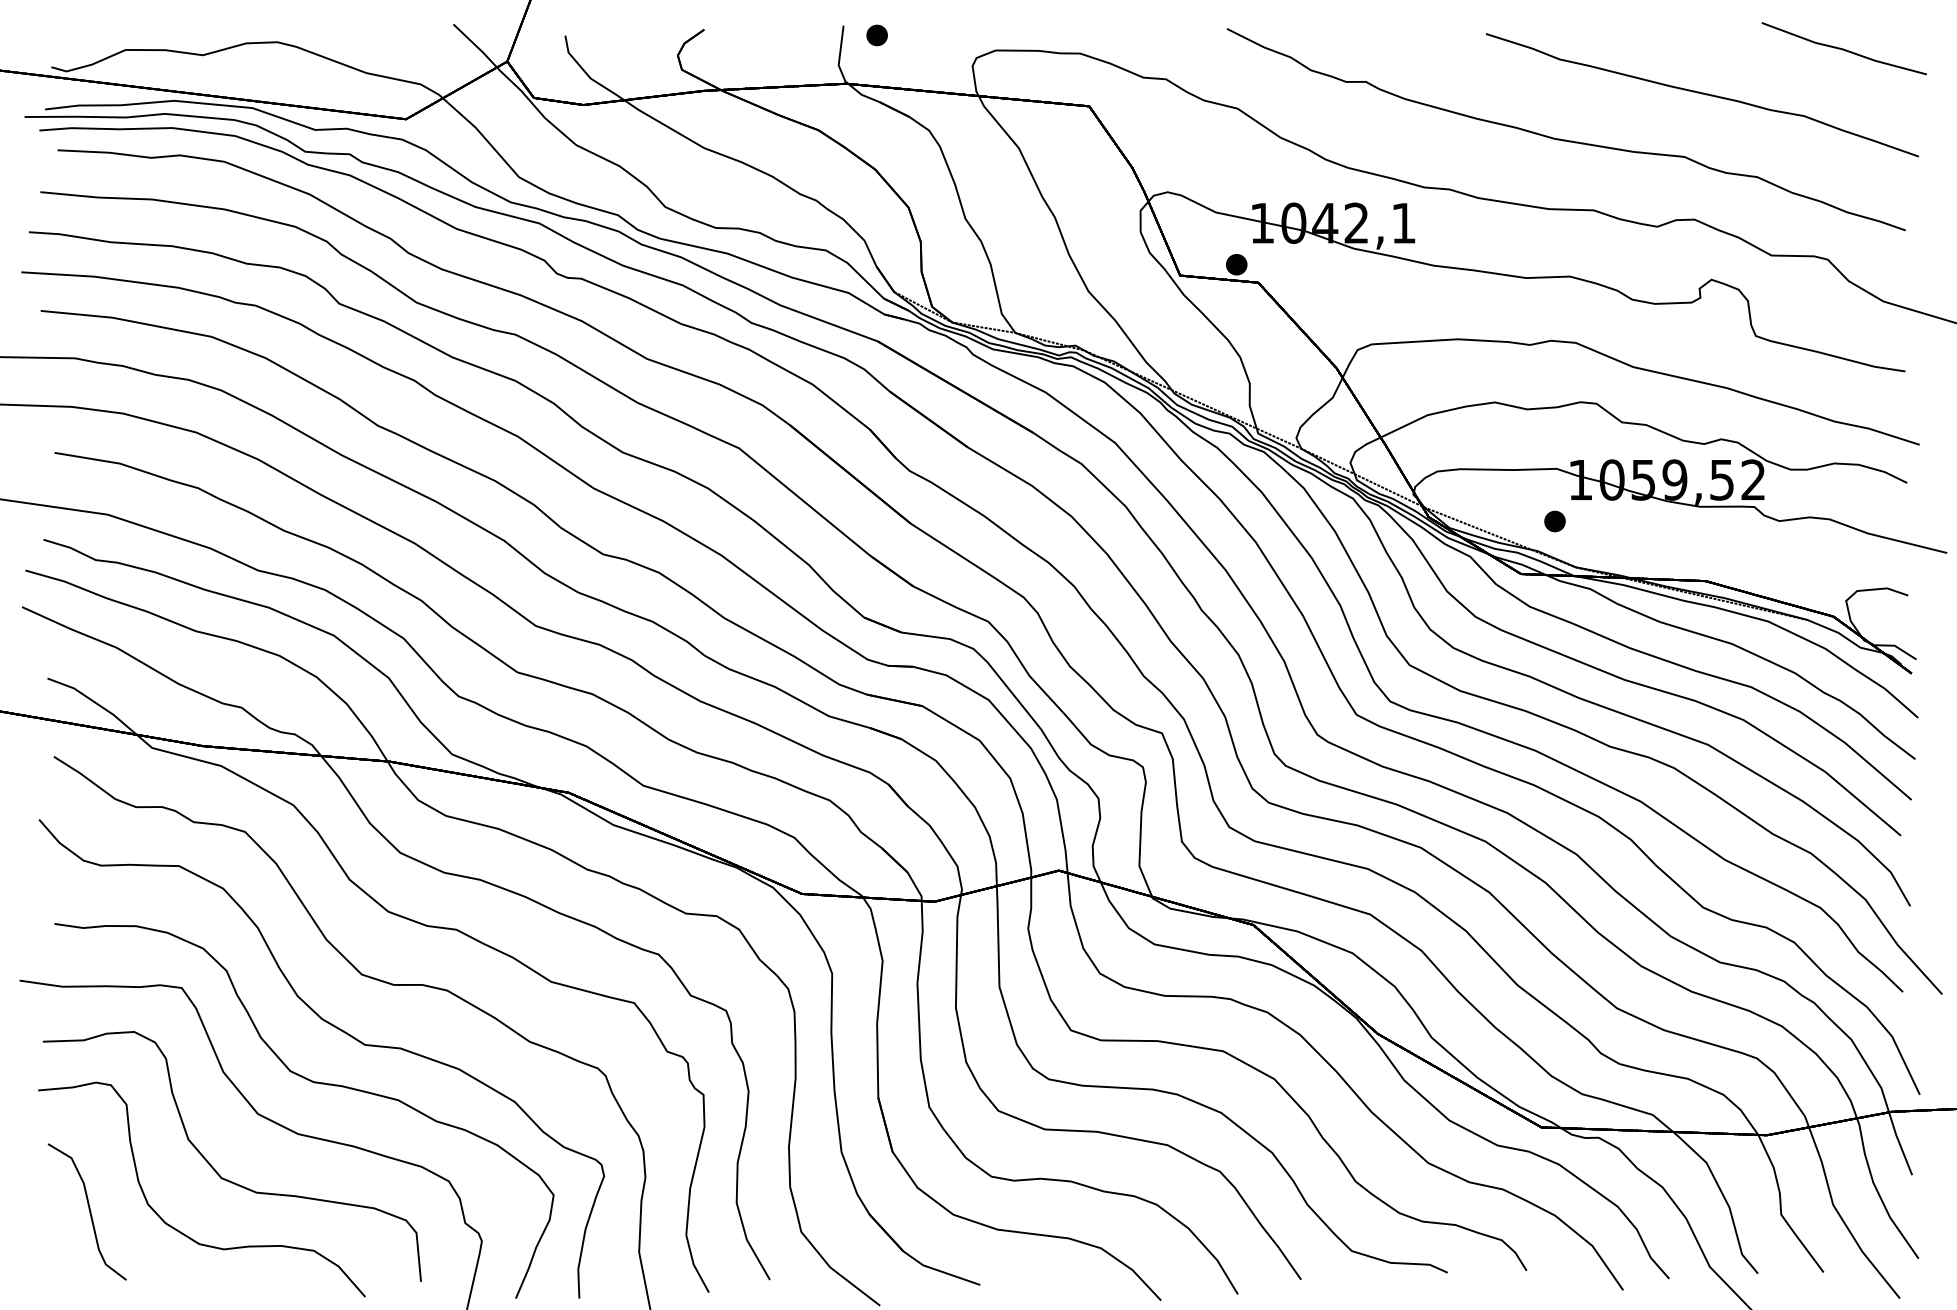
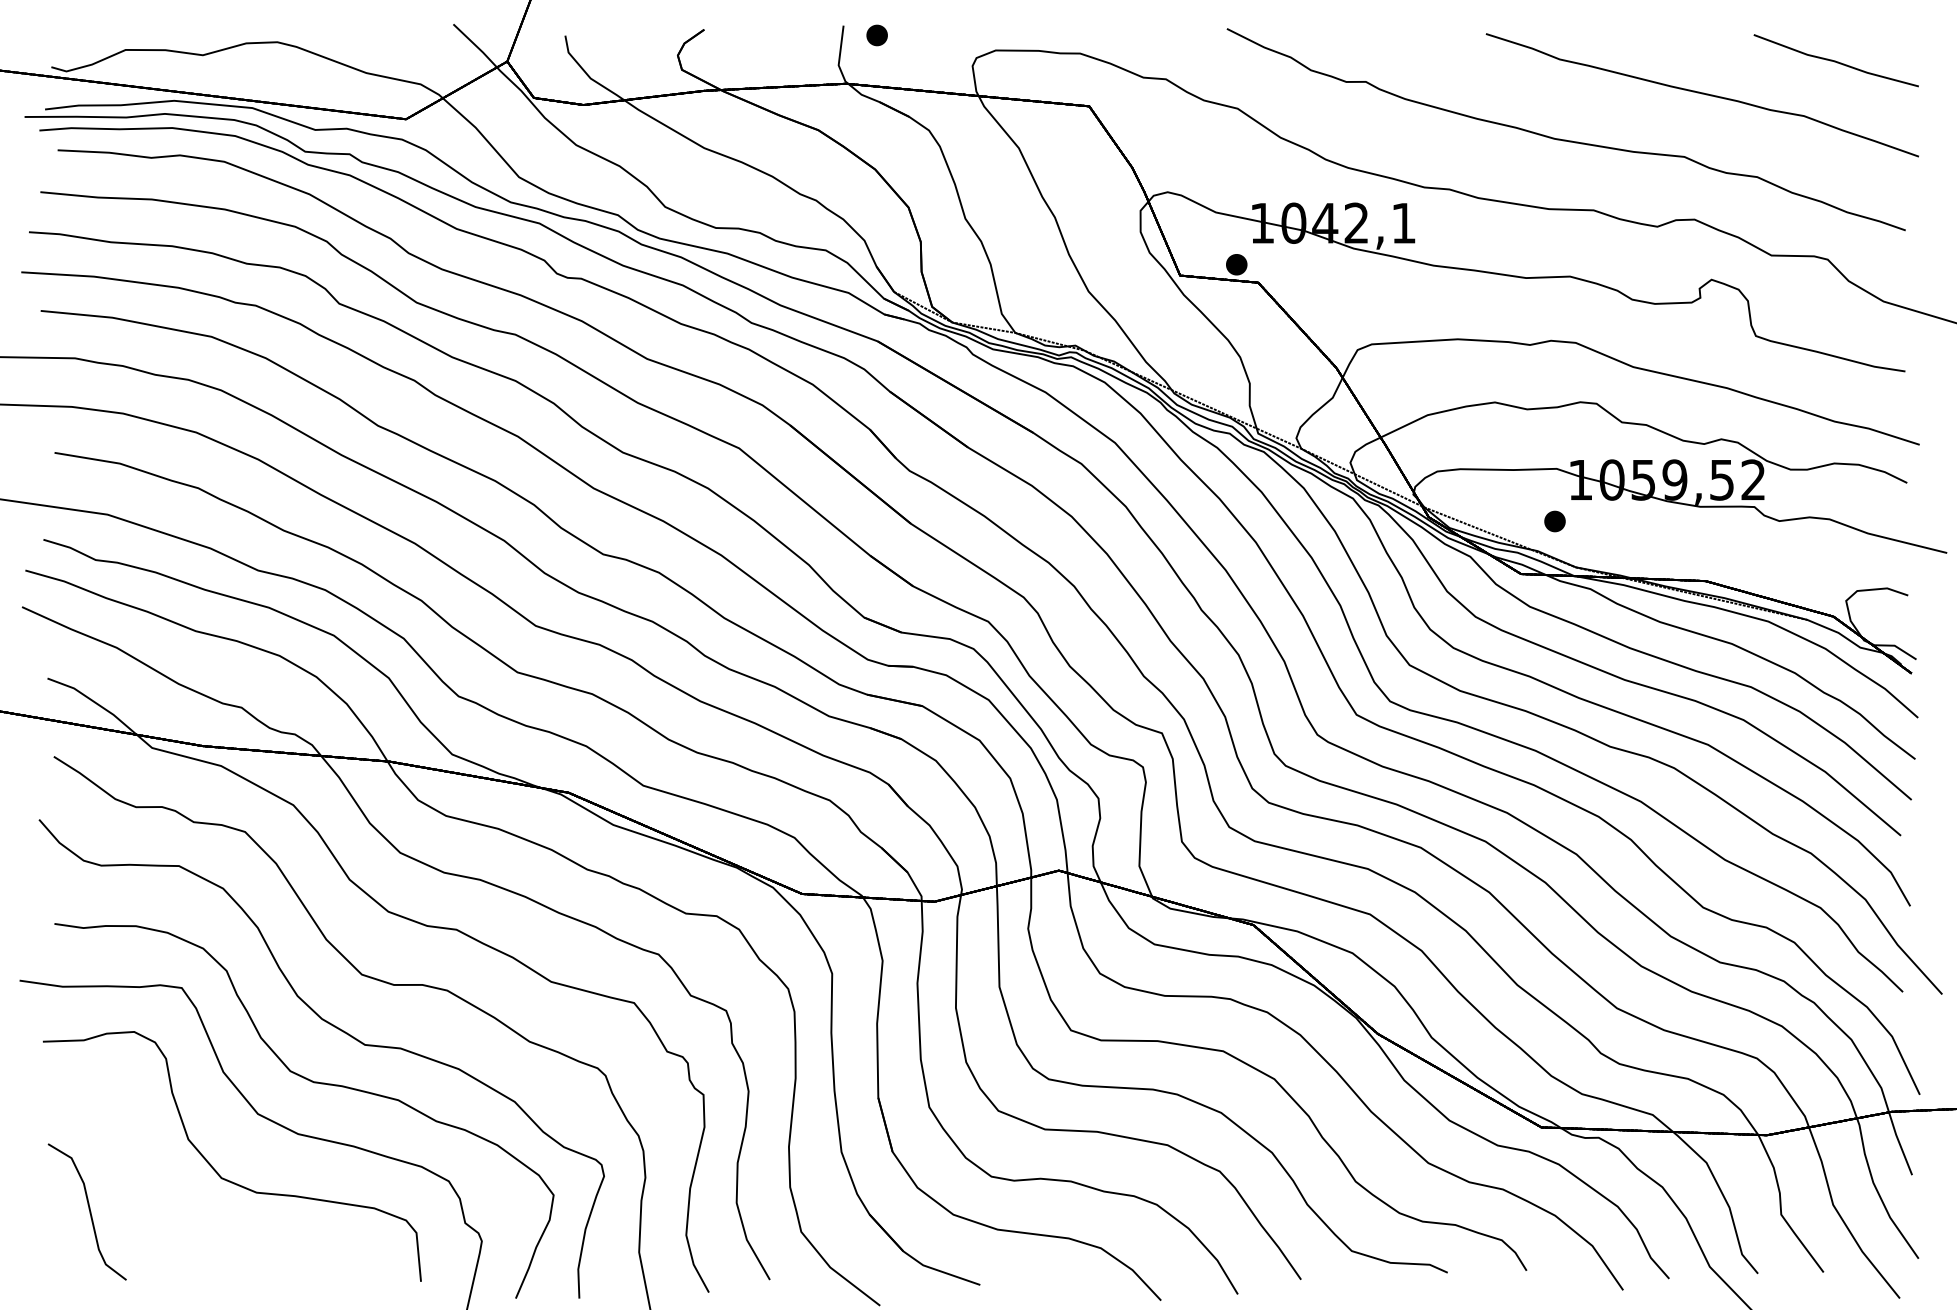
line at (1843, 48) position: (1843, 48) -> (1835, 60)
part at (176, 1228): present -> none
